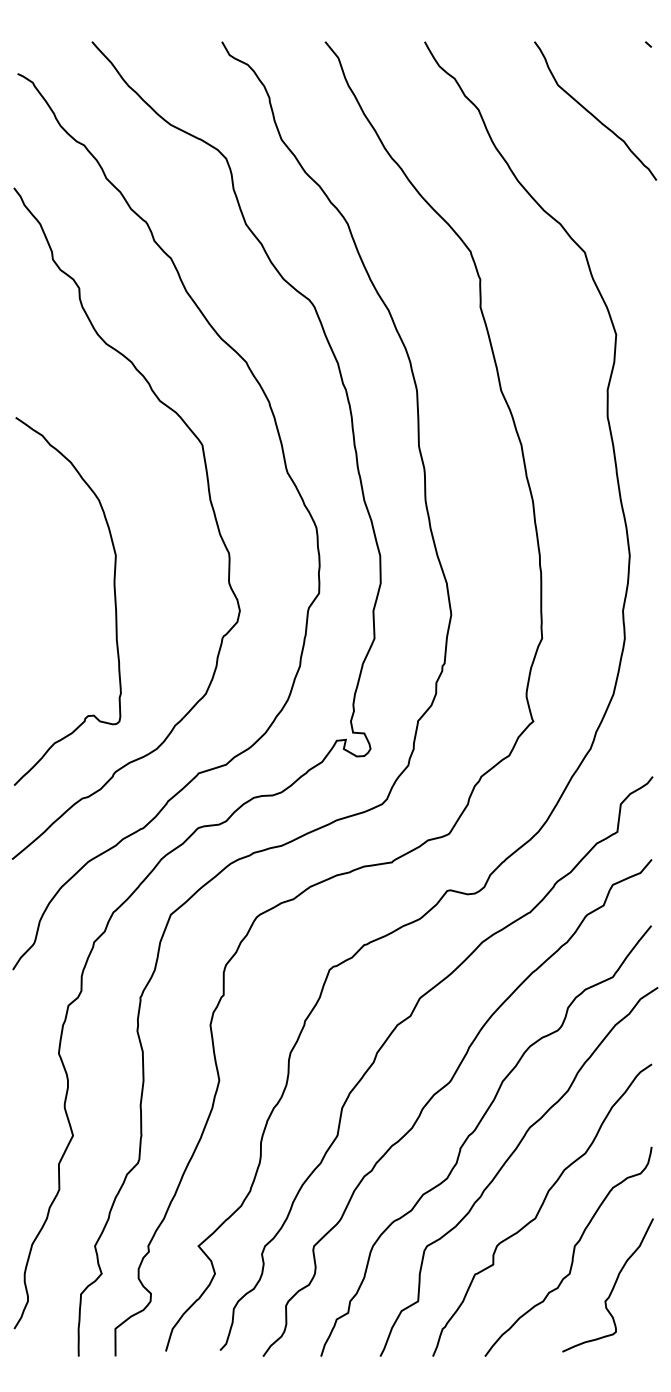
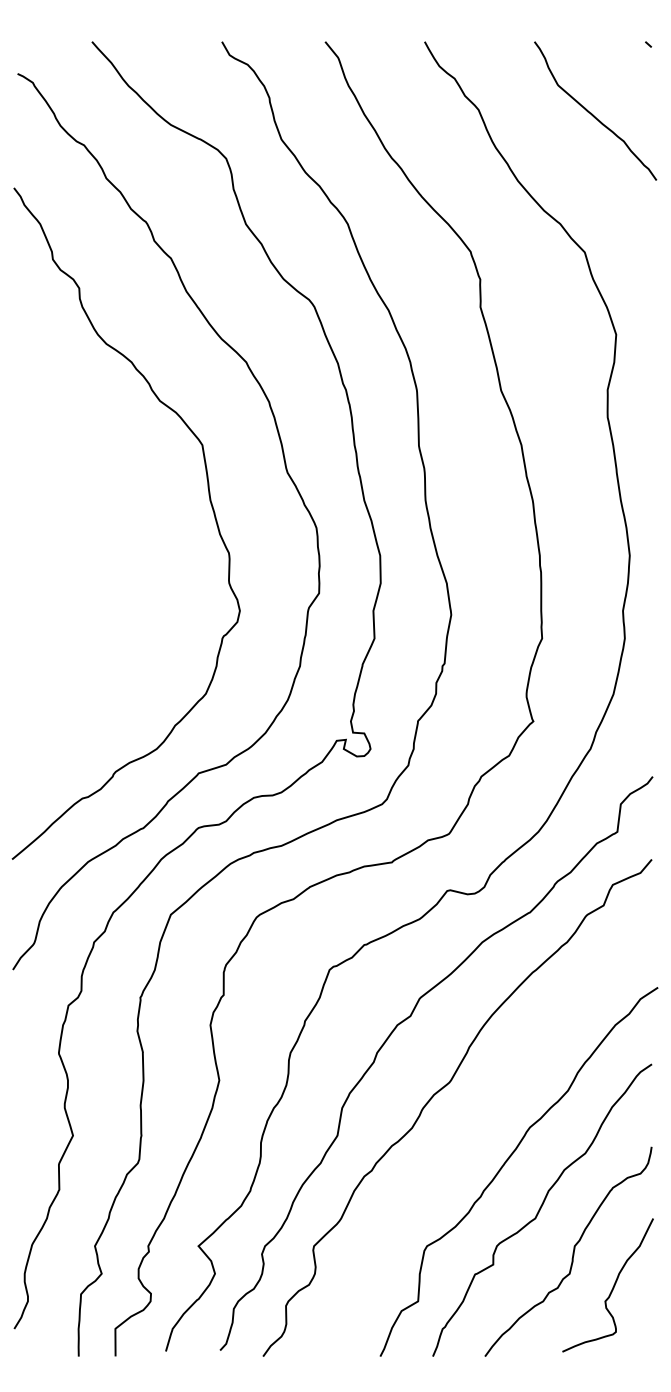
curve at (114, 601): present -> none
curve at (475, 1131): present -> none
